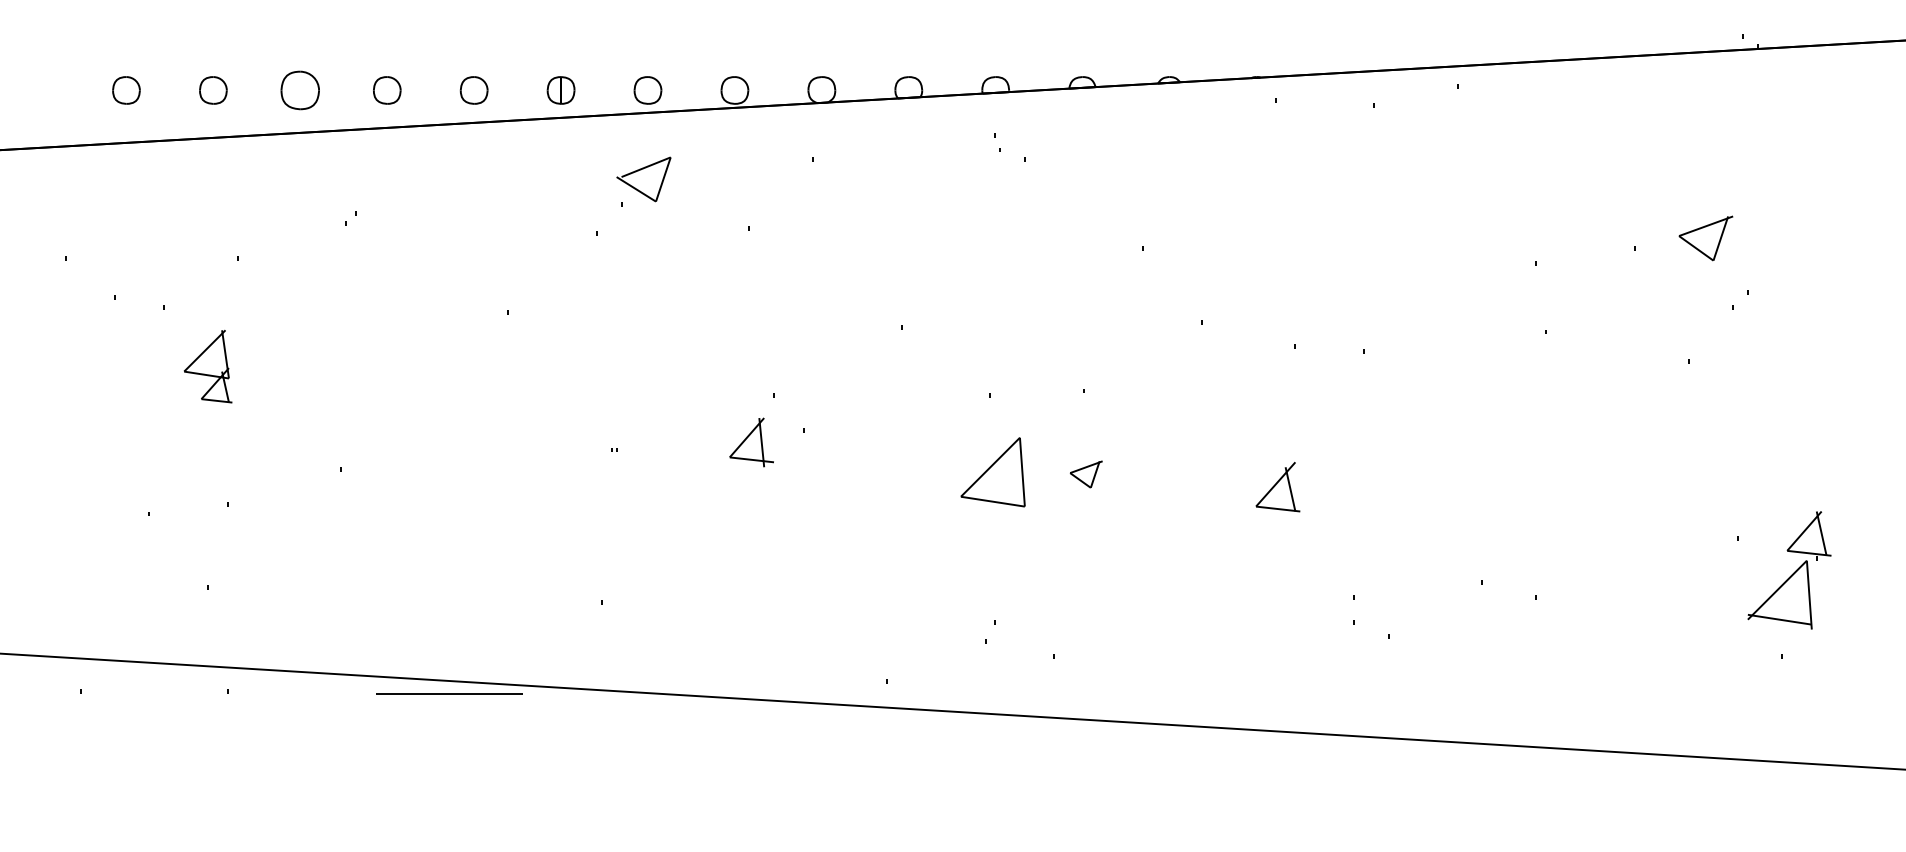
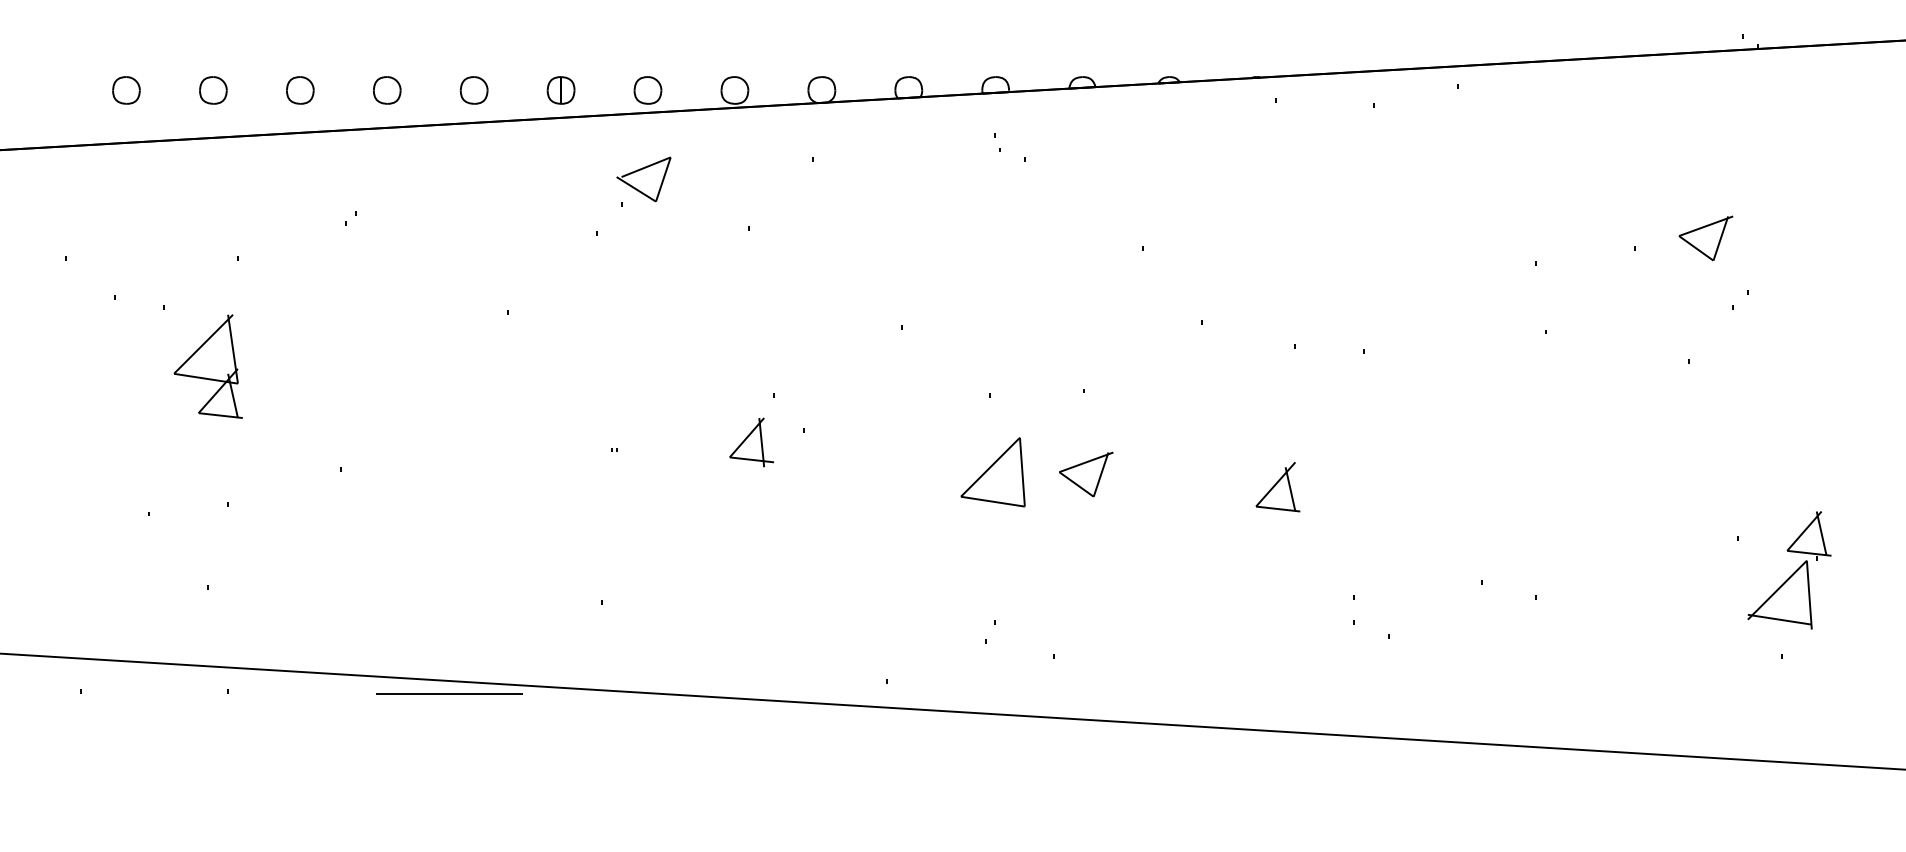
part at (299, 90) size: 40x41 px -> 29x29 px
part at (207, 366) size: 50x75 px -> 70x105 px
part at (1085, 474) size: 34x29 px -> 55x47 px
